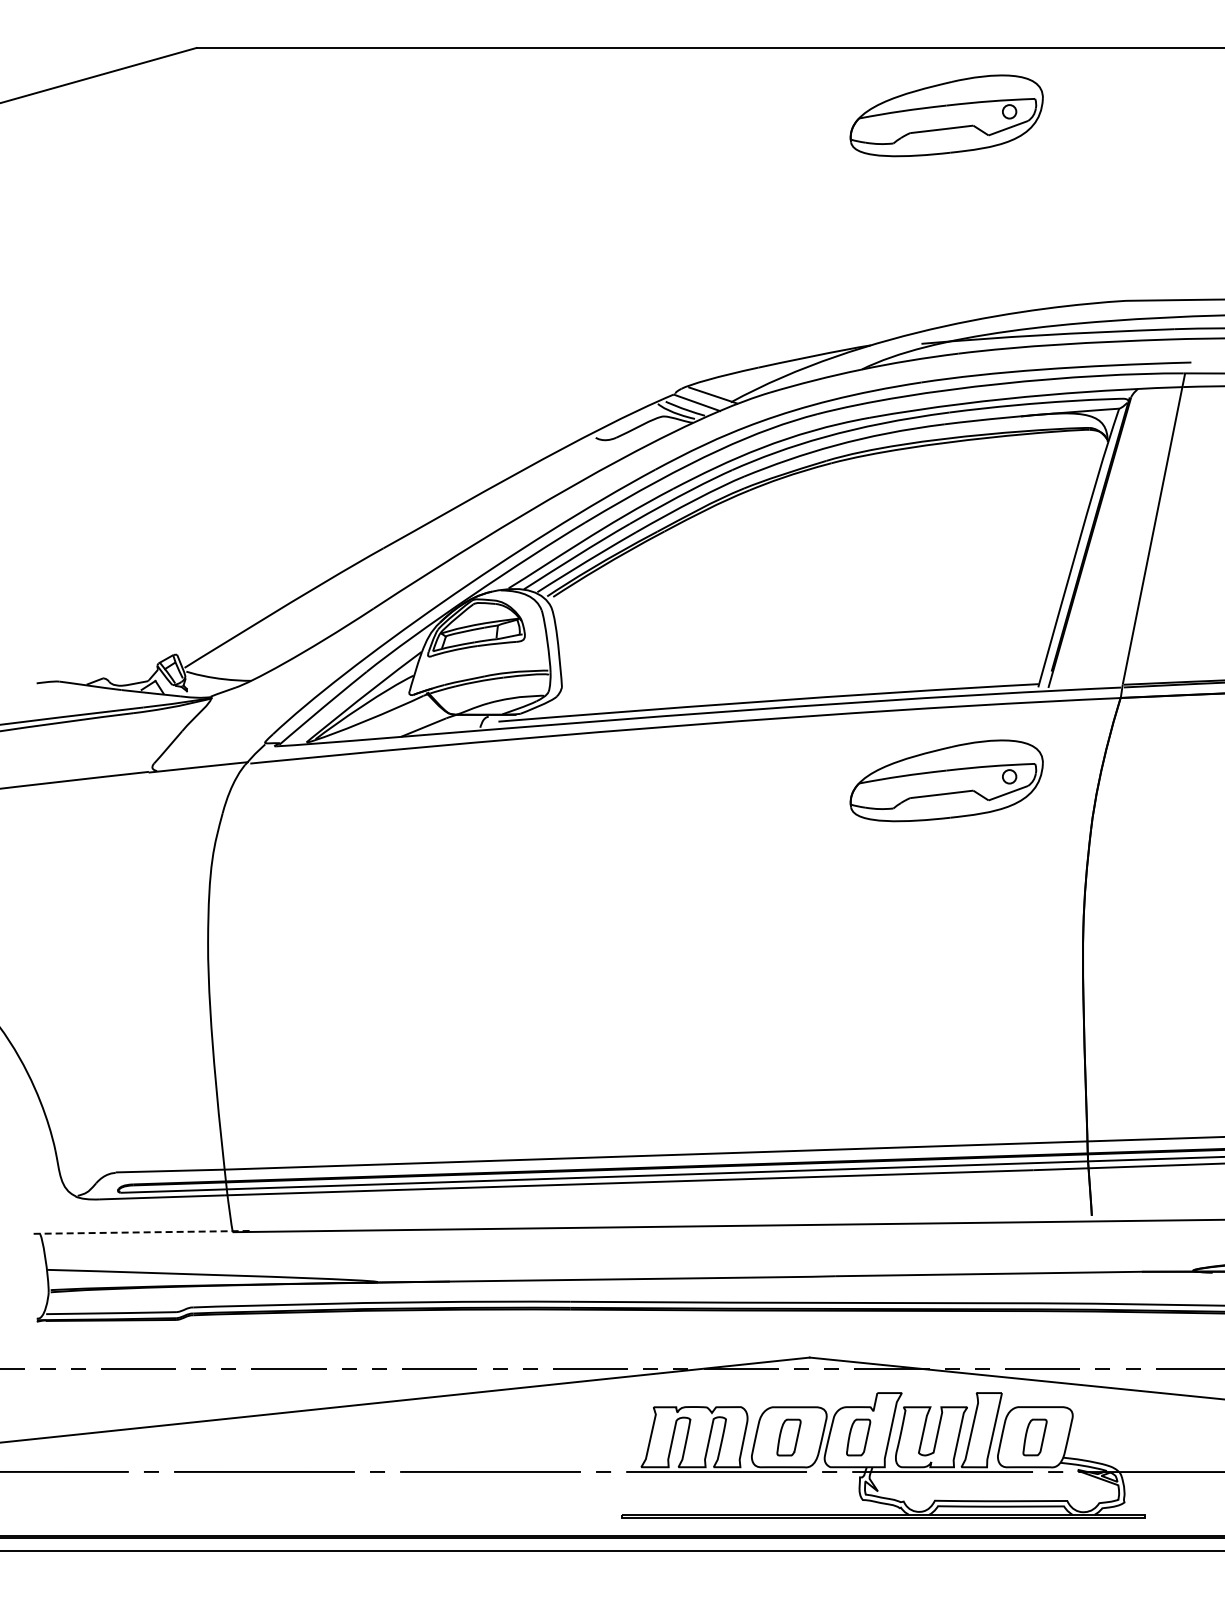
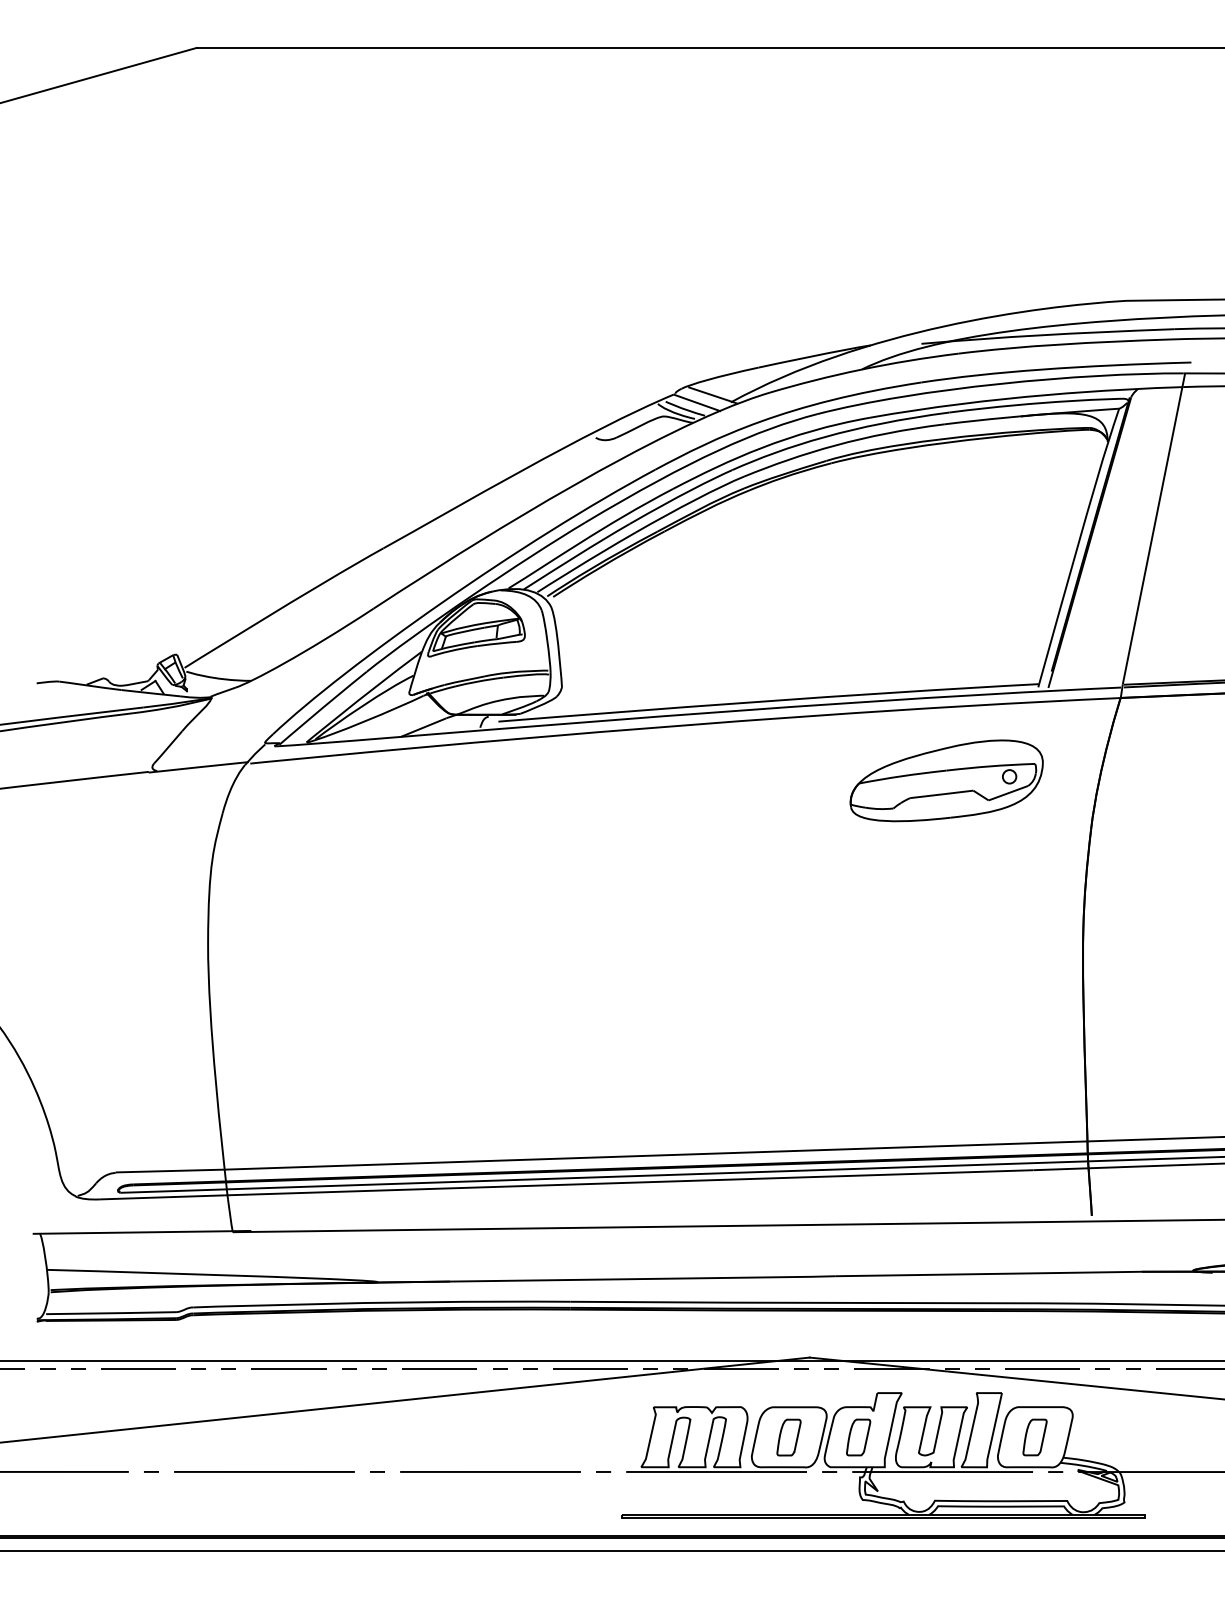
part at (946, 115): present -> none
line at (142, 1232): dashed -> solid
line at (611, 1361): none -> present
